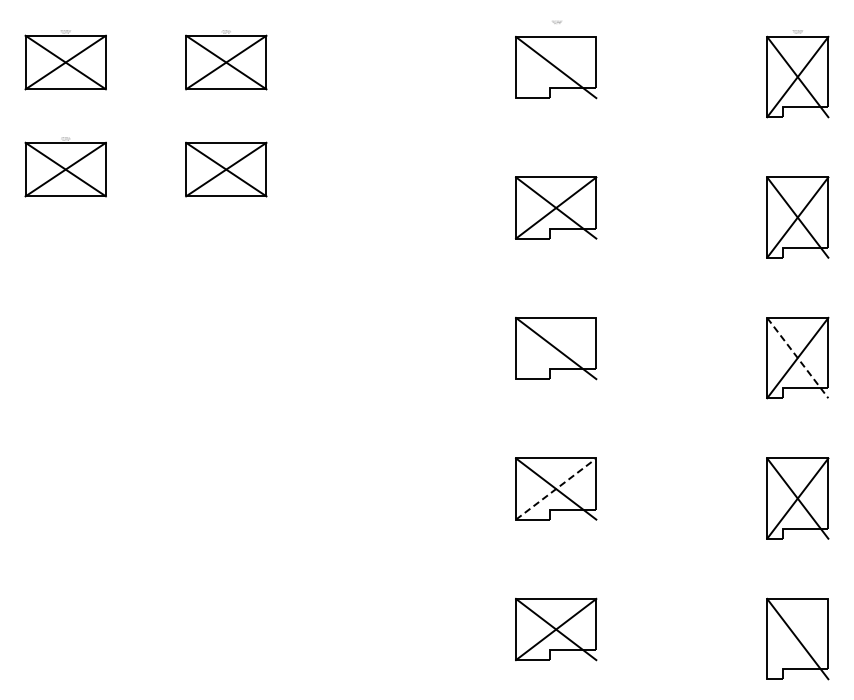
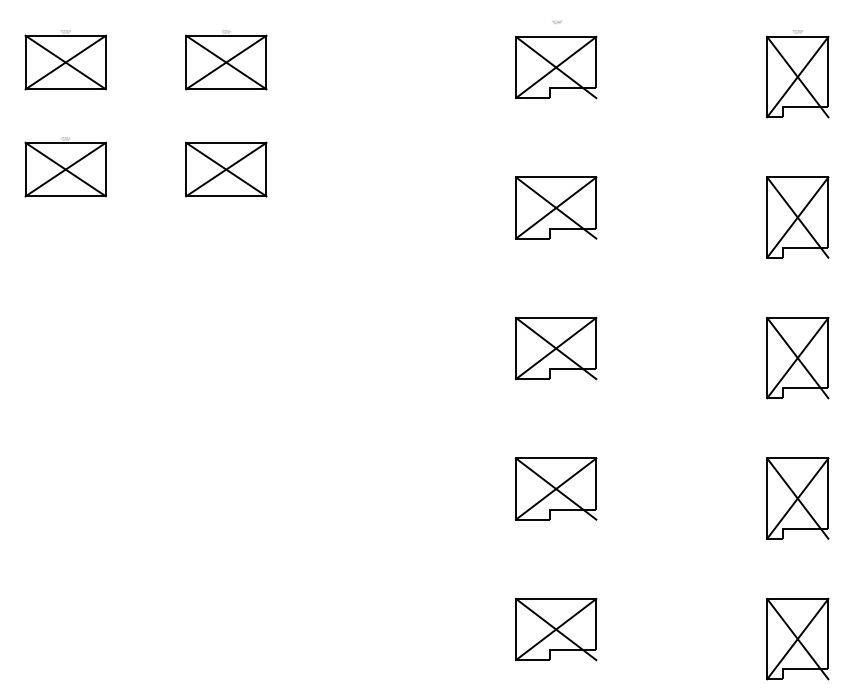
line at (556, 67): none -> present
line at (556, 348): none -> present
line at (798, 358): dashed -> solid
line at (556, 488): dashed -> solid
line at (797, 638): none -> present
